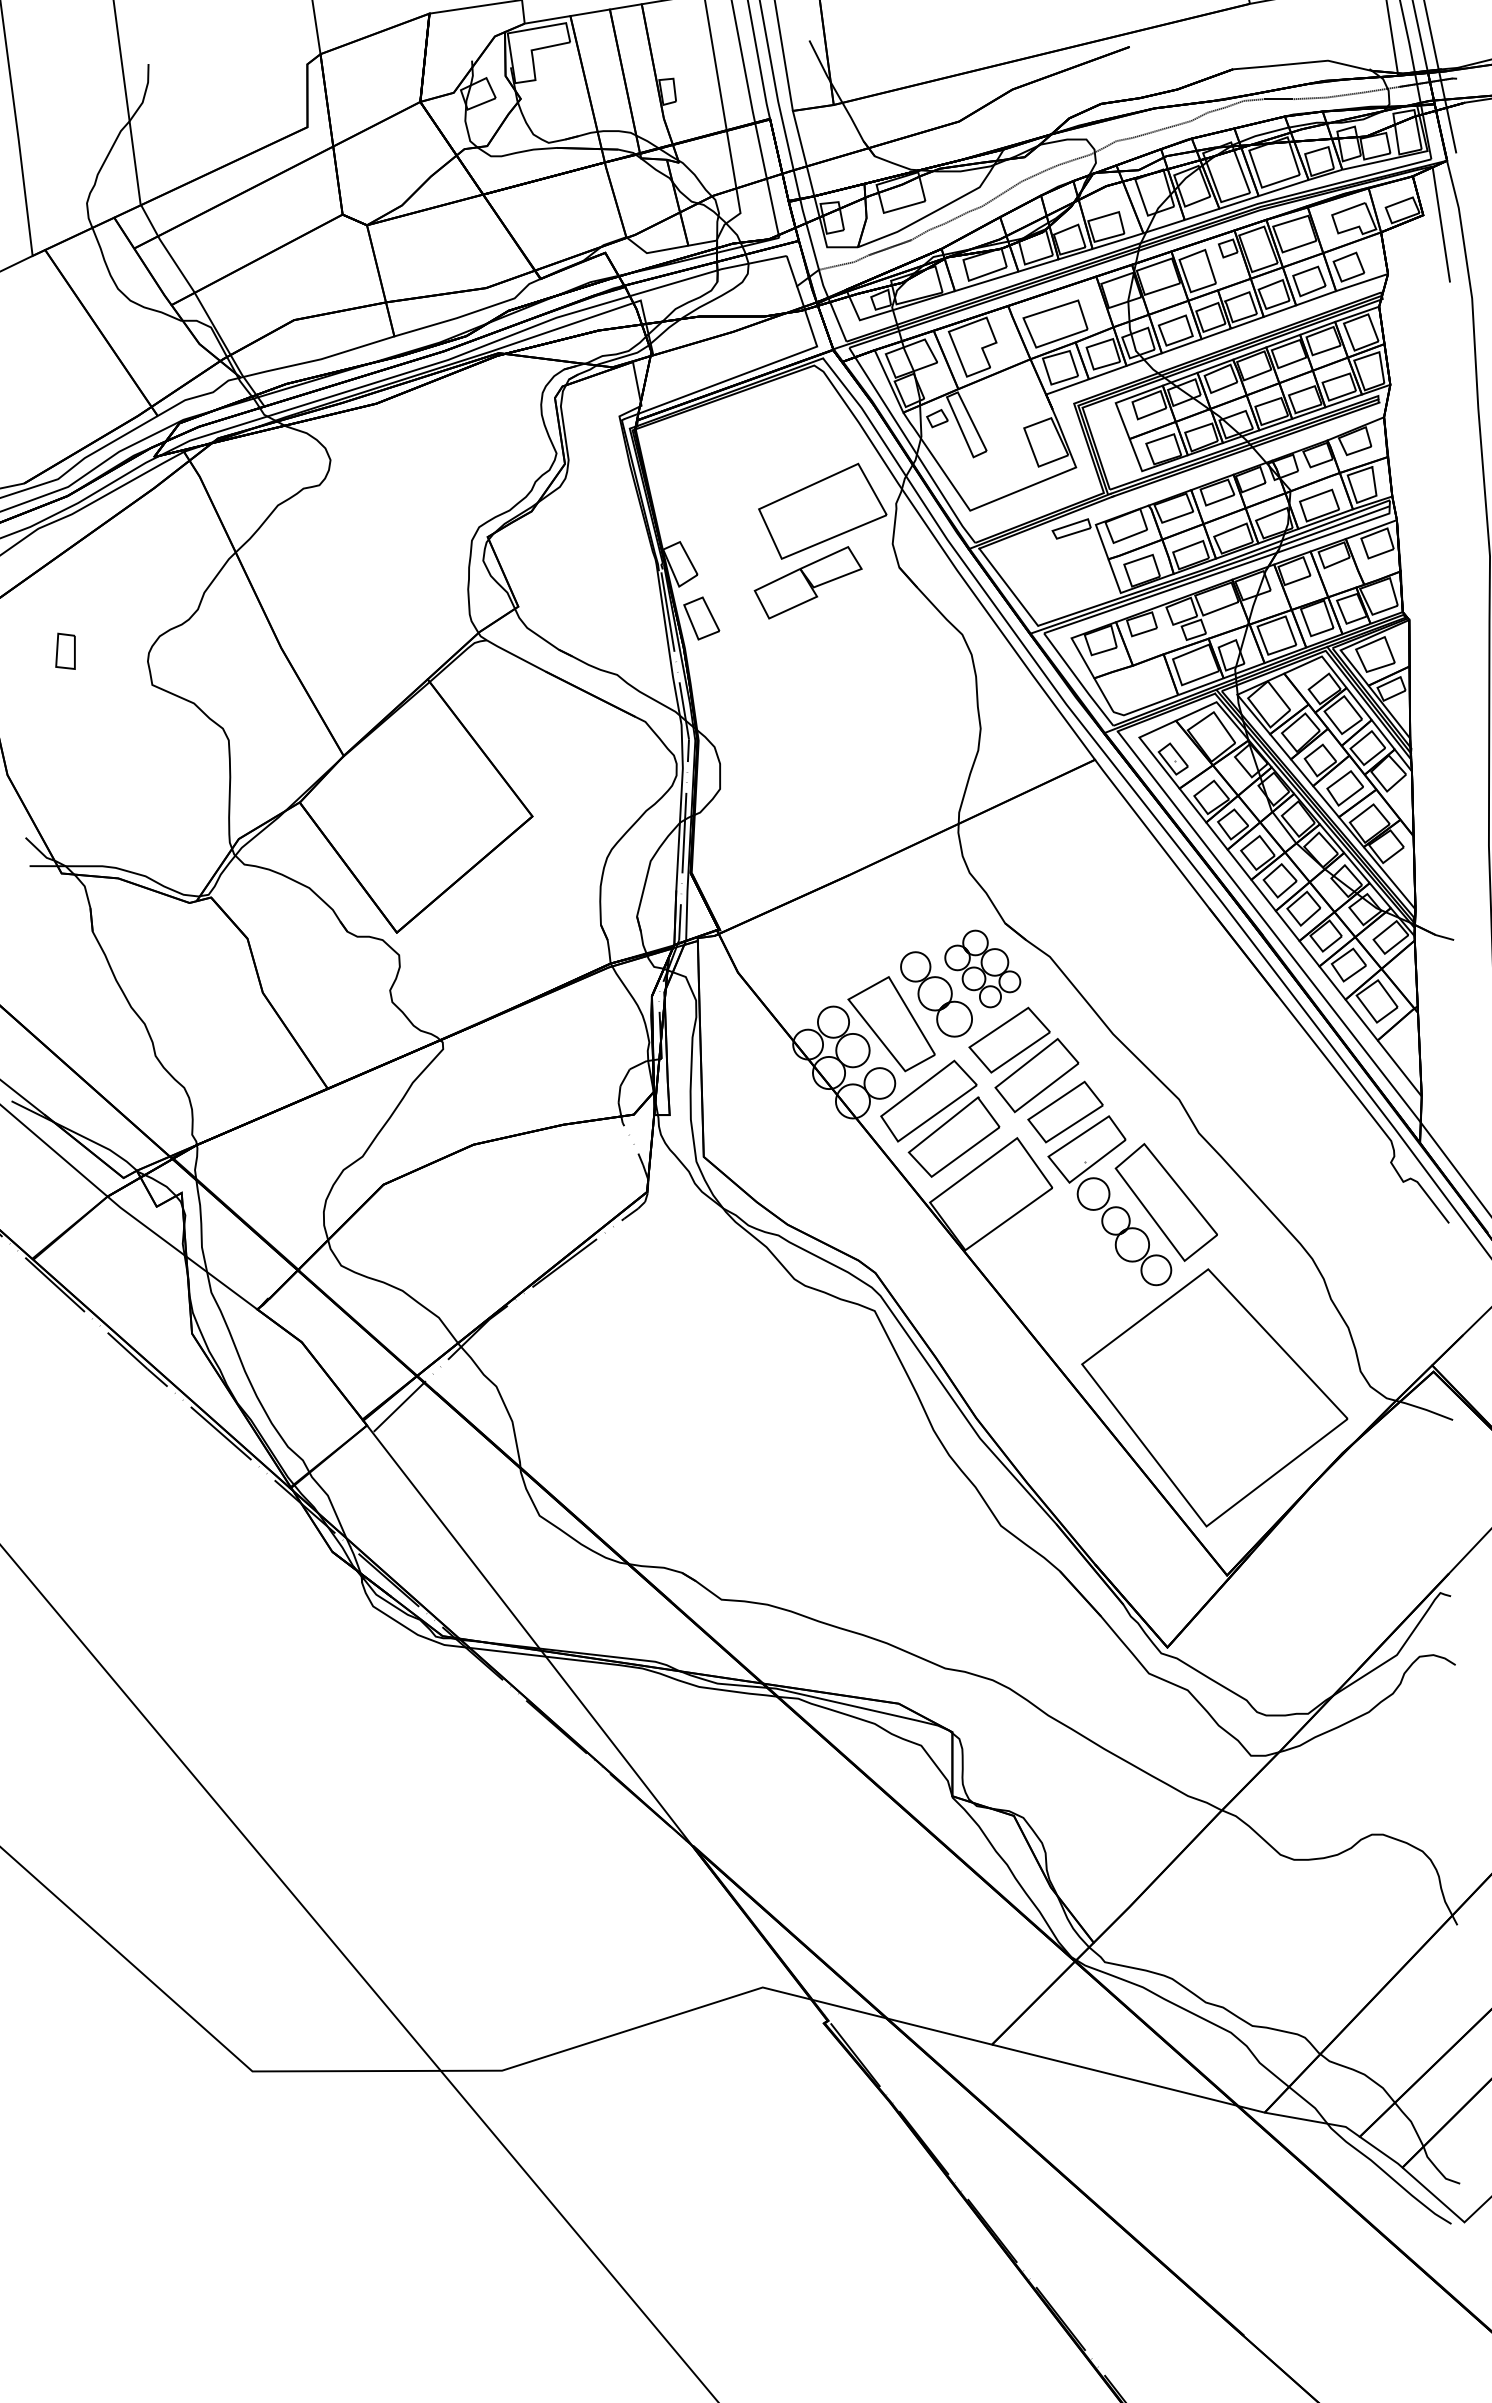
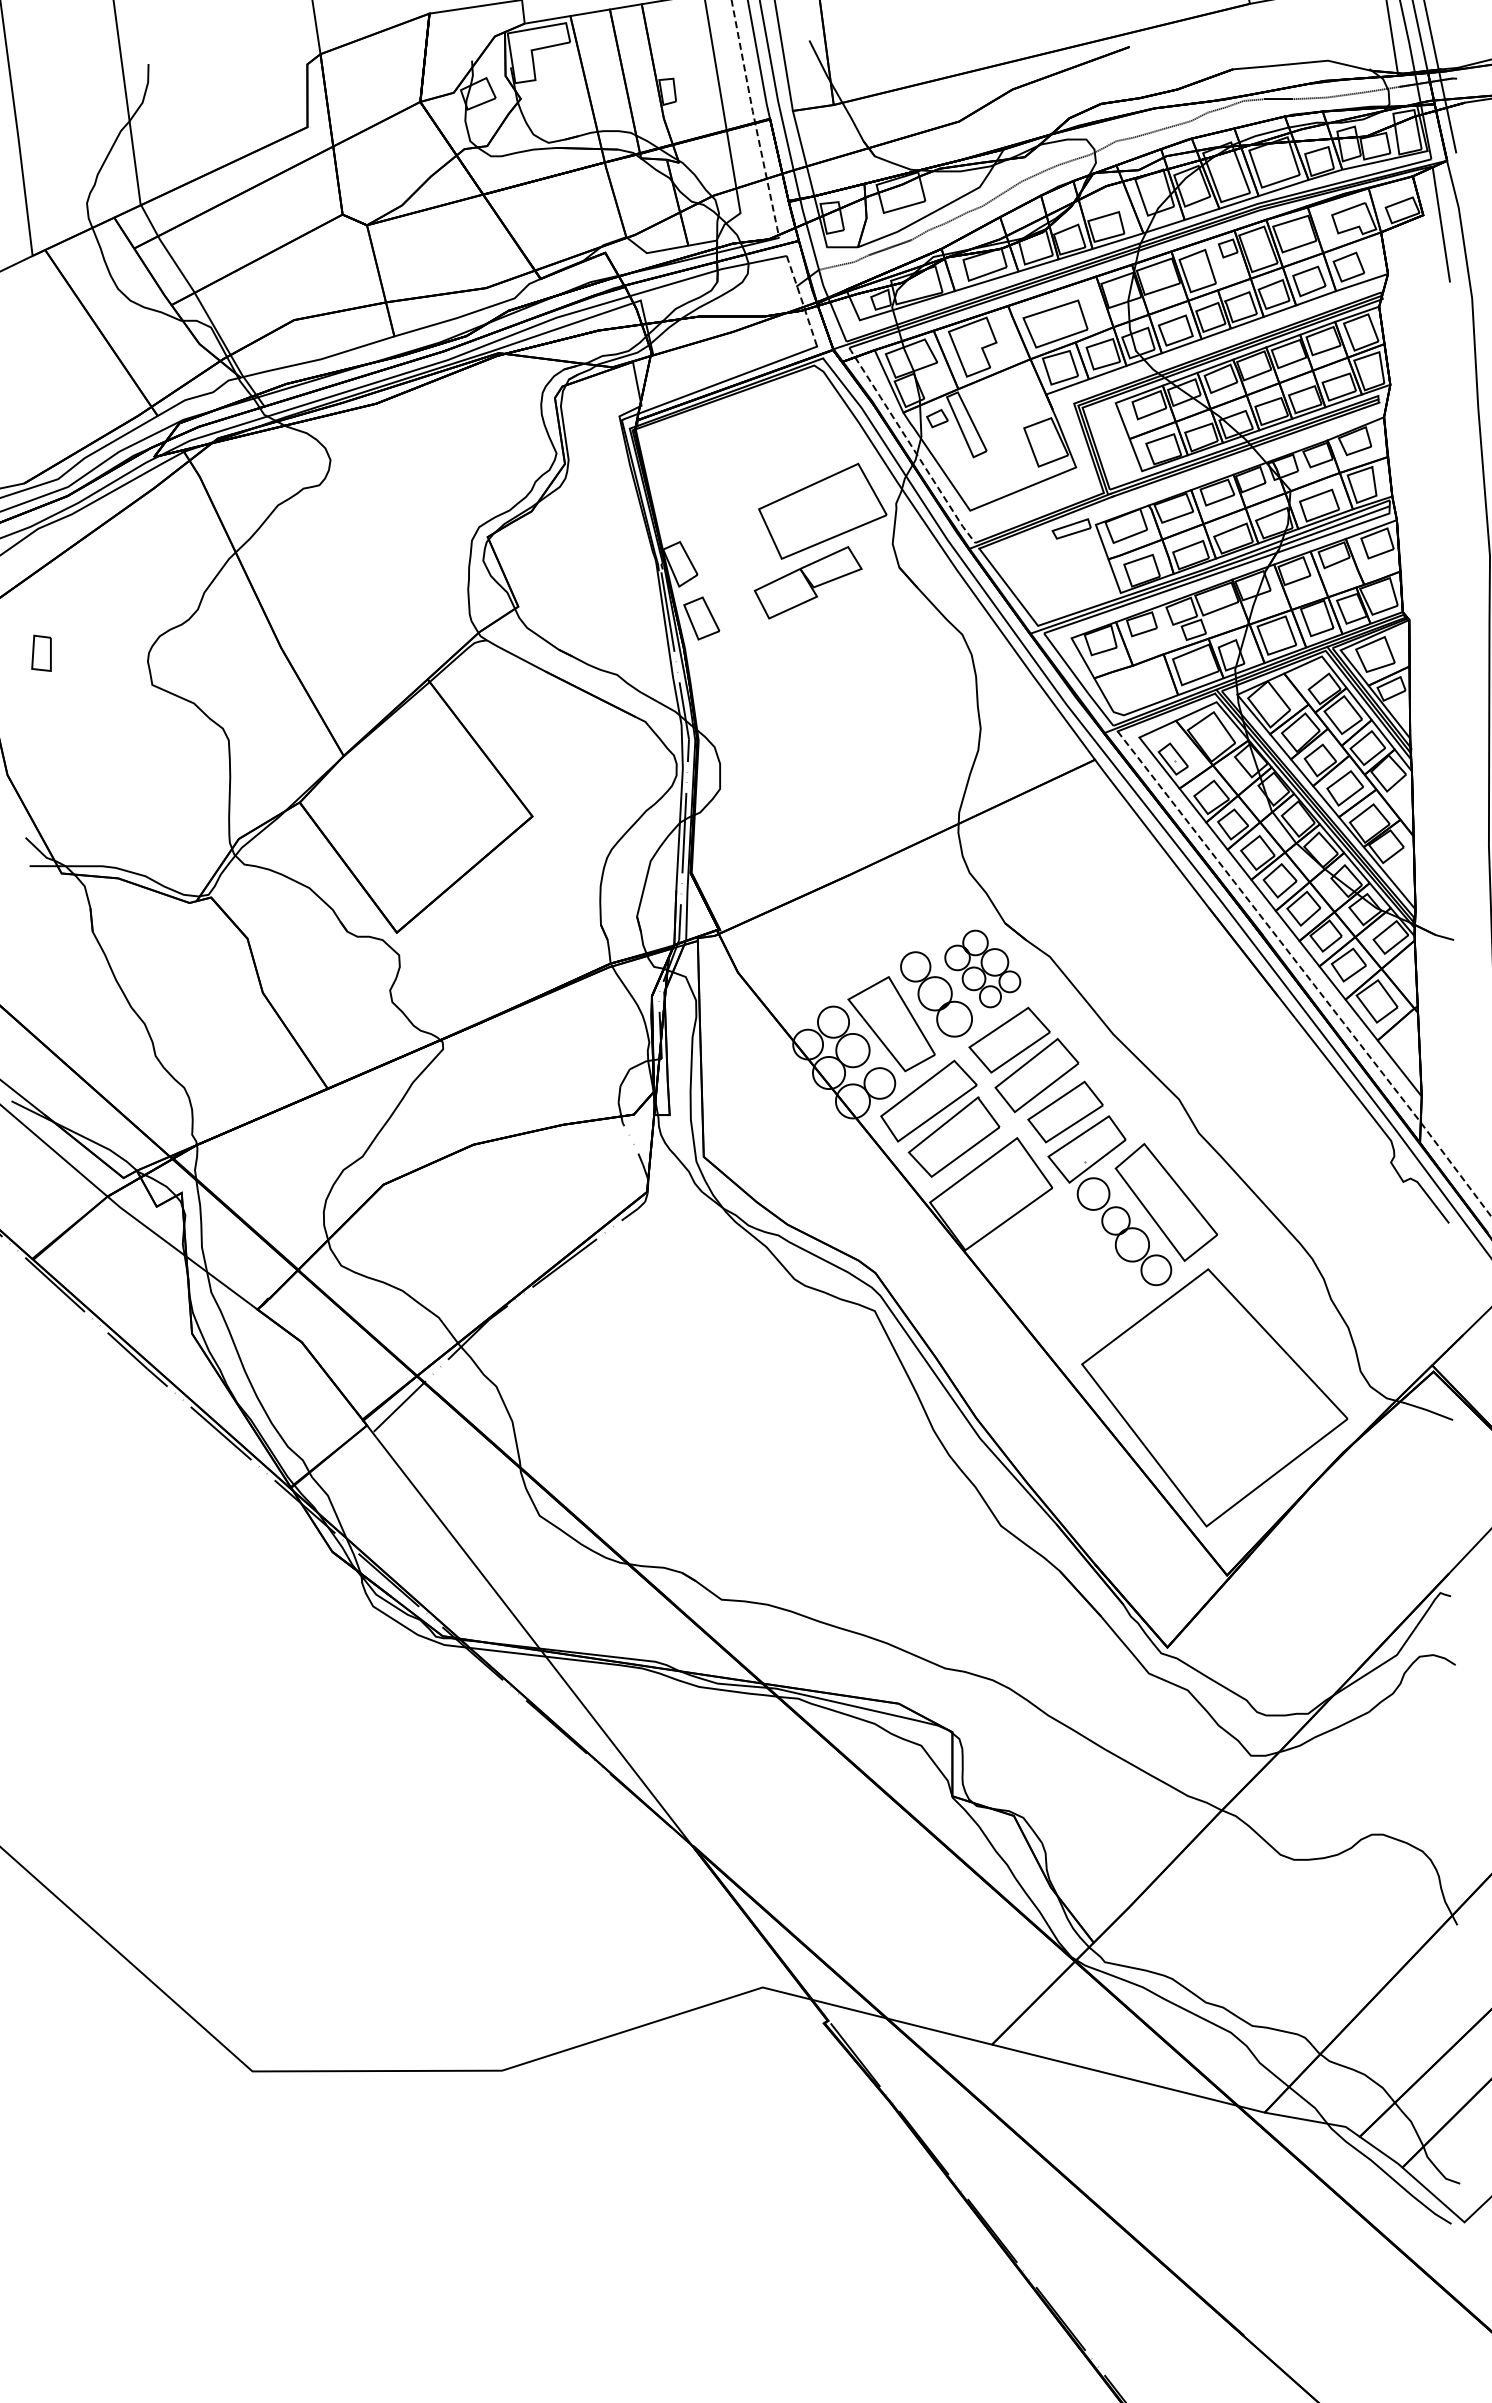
line at (754, 120): solid -> dashed
line at (801, 300): solid -> dashed
line at (911, 446): solid -> dashed
part at (65, 650) position: (65, 650) -> (41, 652)
line at (1305, 973): solid -> dashed
line at (359, 1973): present -> none
